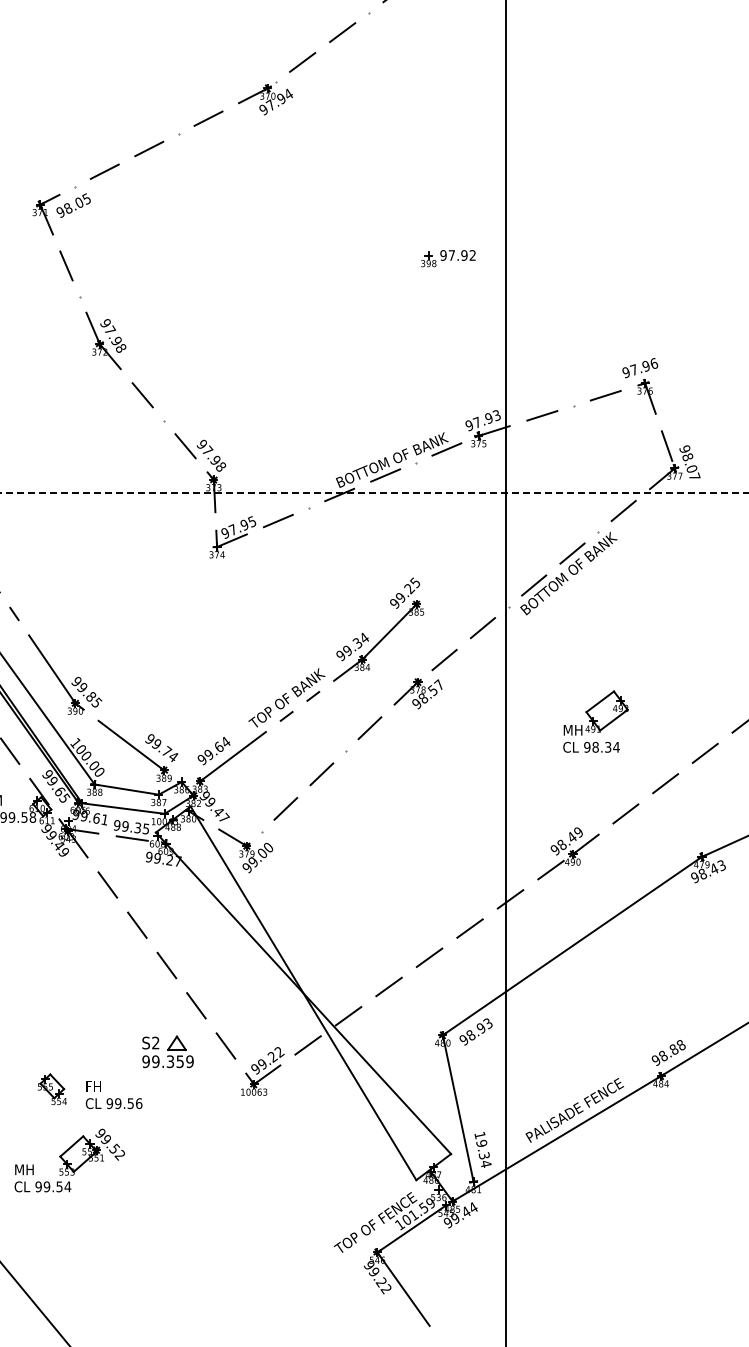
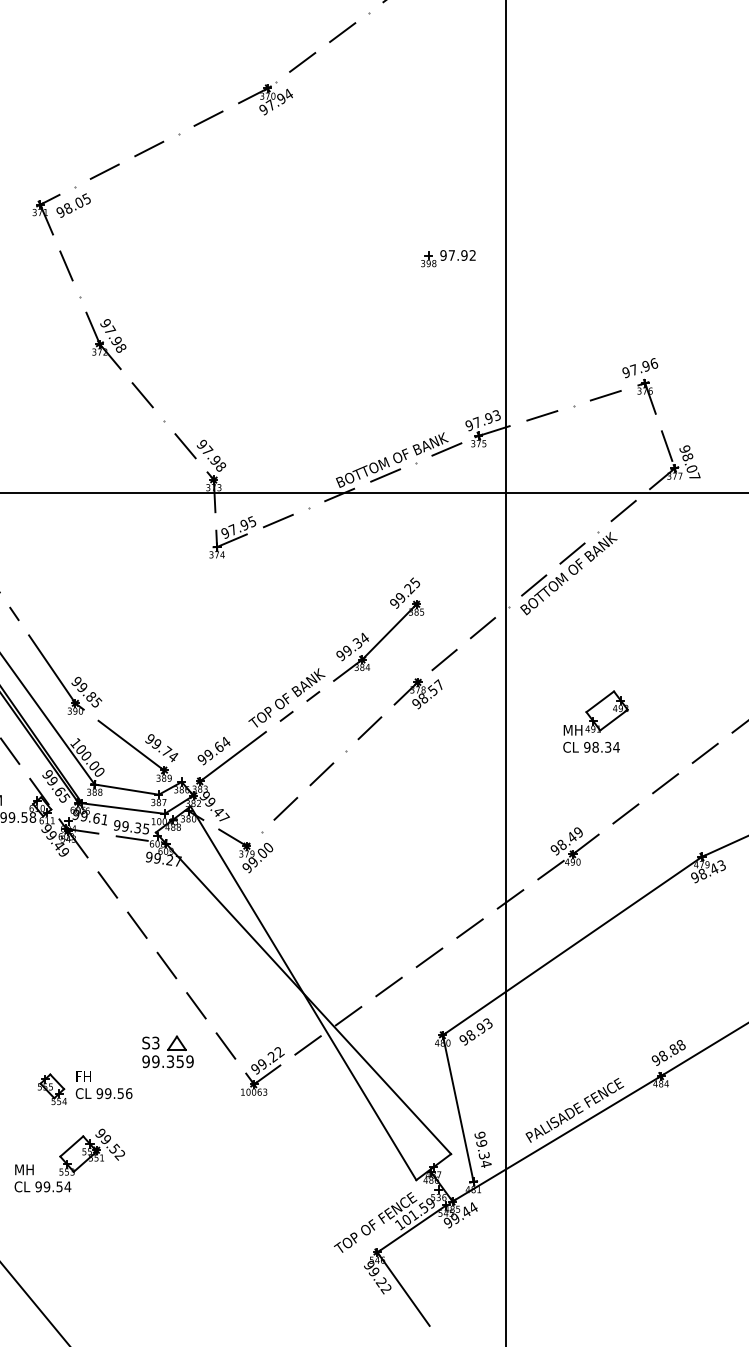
line at (375, 493): dashed -> solid
text at (155, 1043): S2 -> S3
text at (113, 1095) position: (113, 1095) -> (103, 1085)
text at (479, 1135): 19.34 -> 99.34
